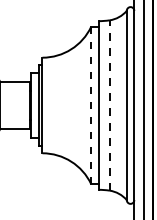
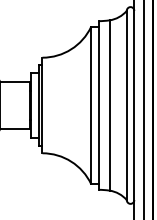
line at (91, 105): dashed -> solid
line at (109, 105): dashed -> solid
